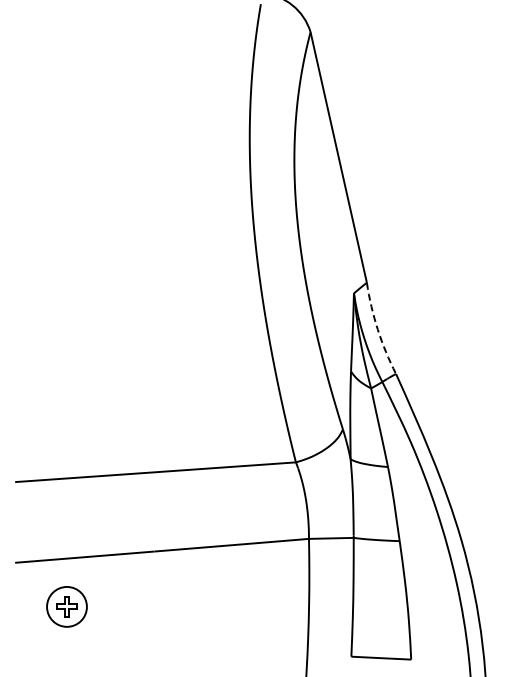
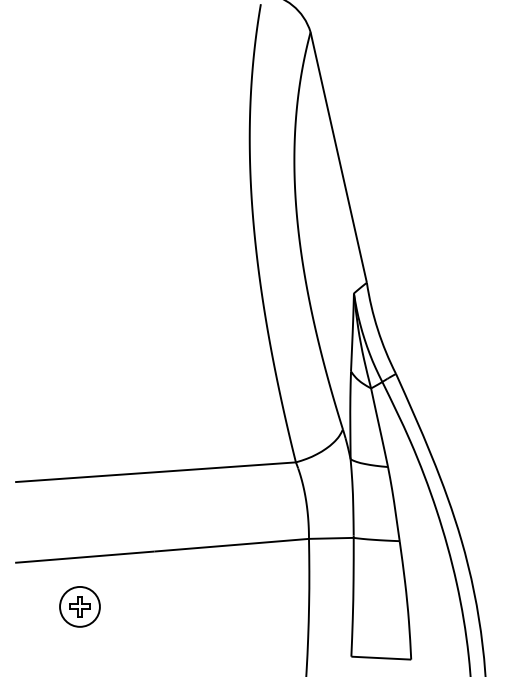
arc at (377, 329): dashed -> solid
part at (66, 606) position: (66, 606) -> (79, 606)
